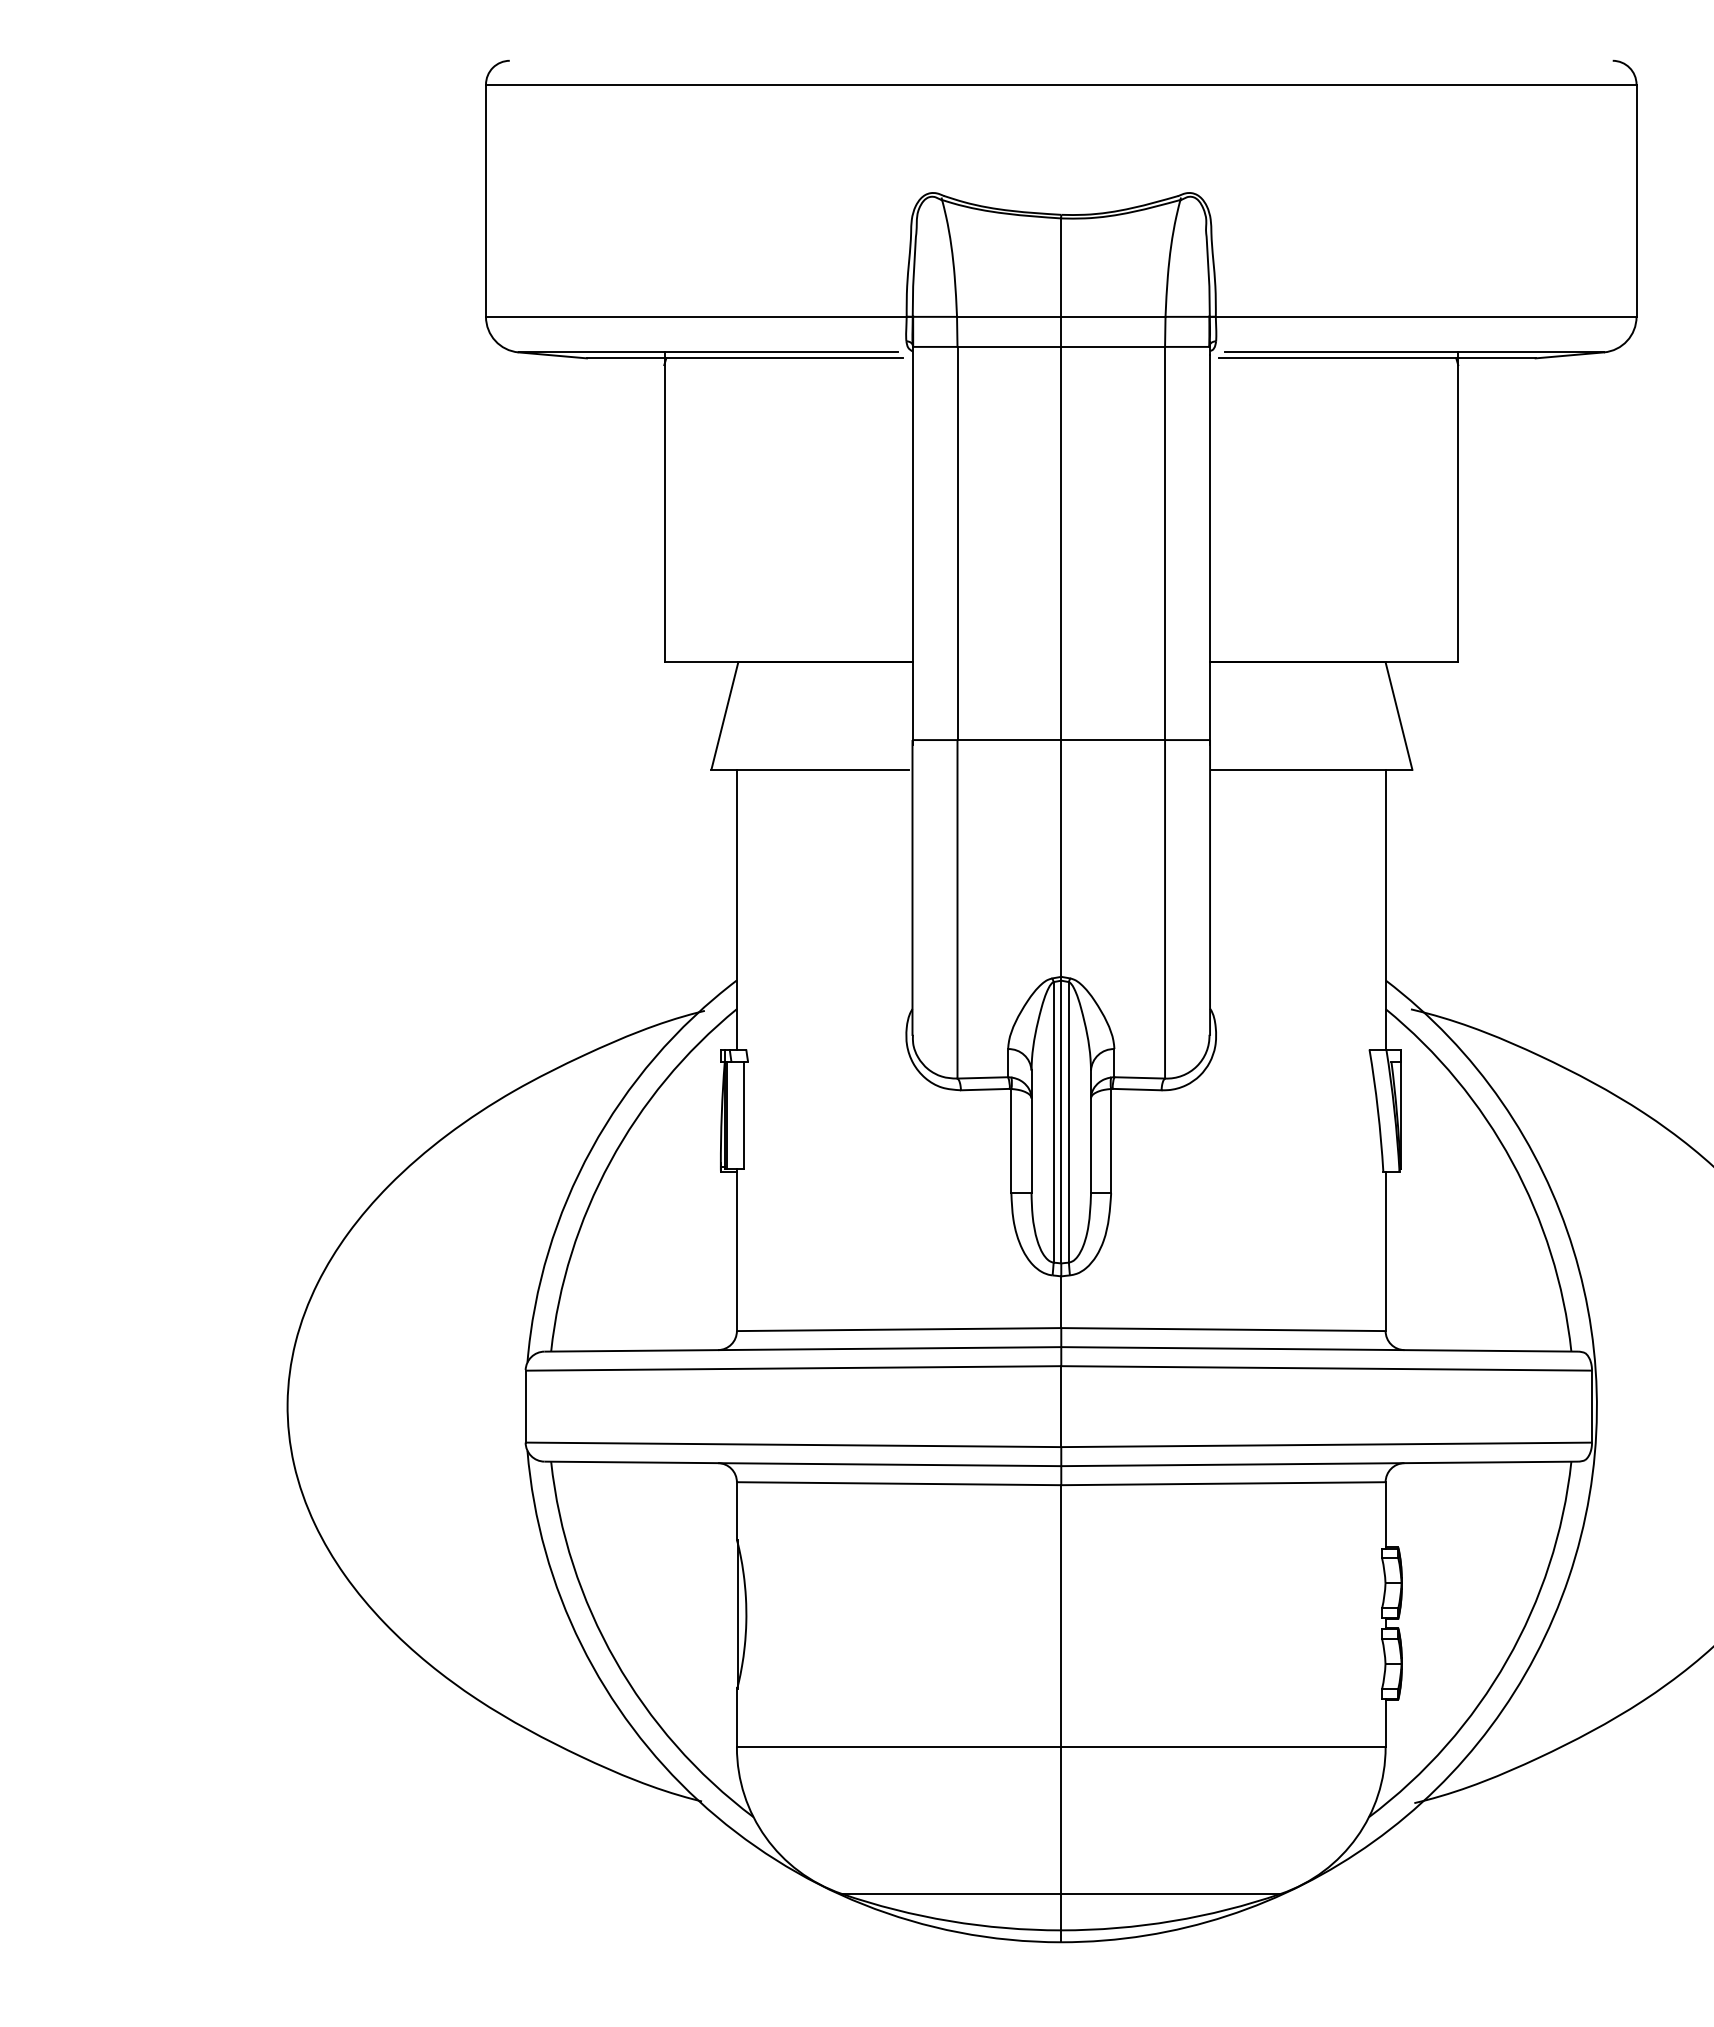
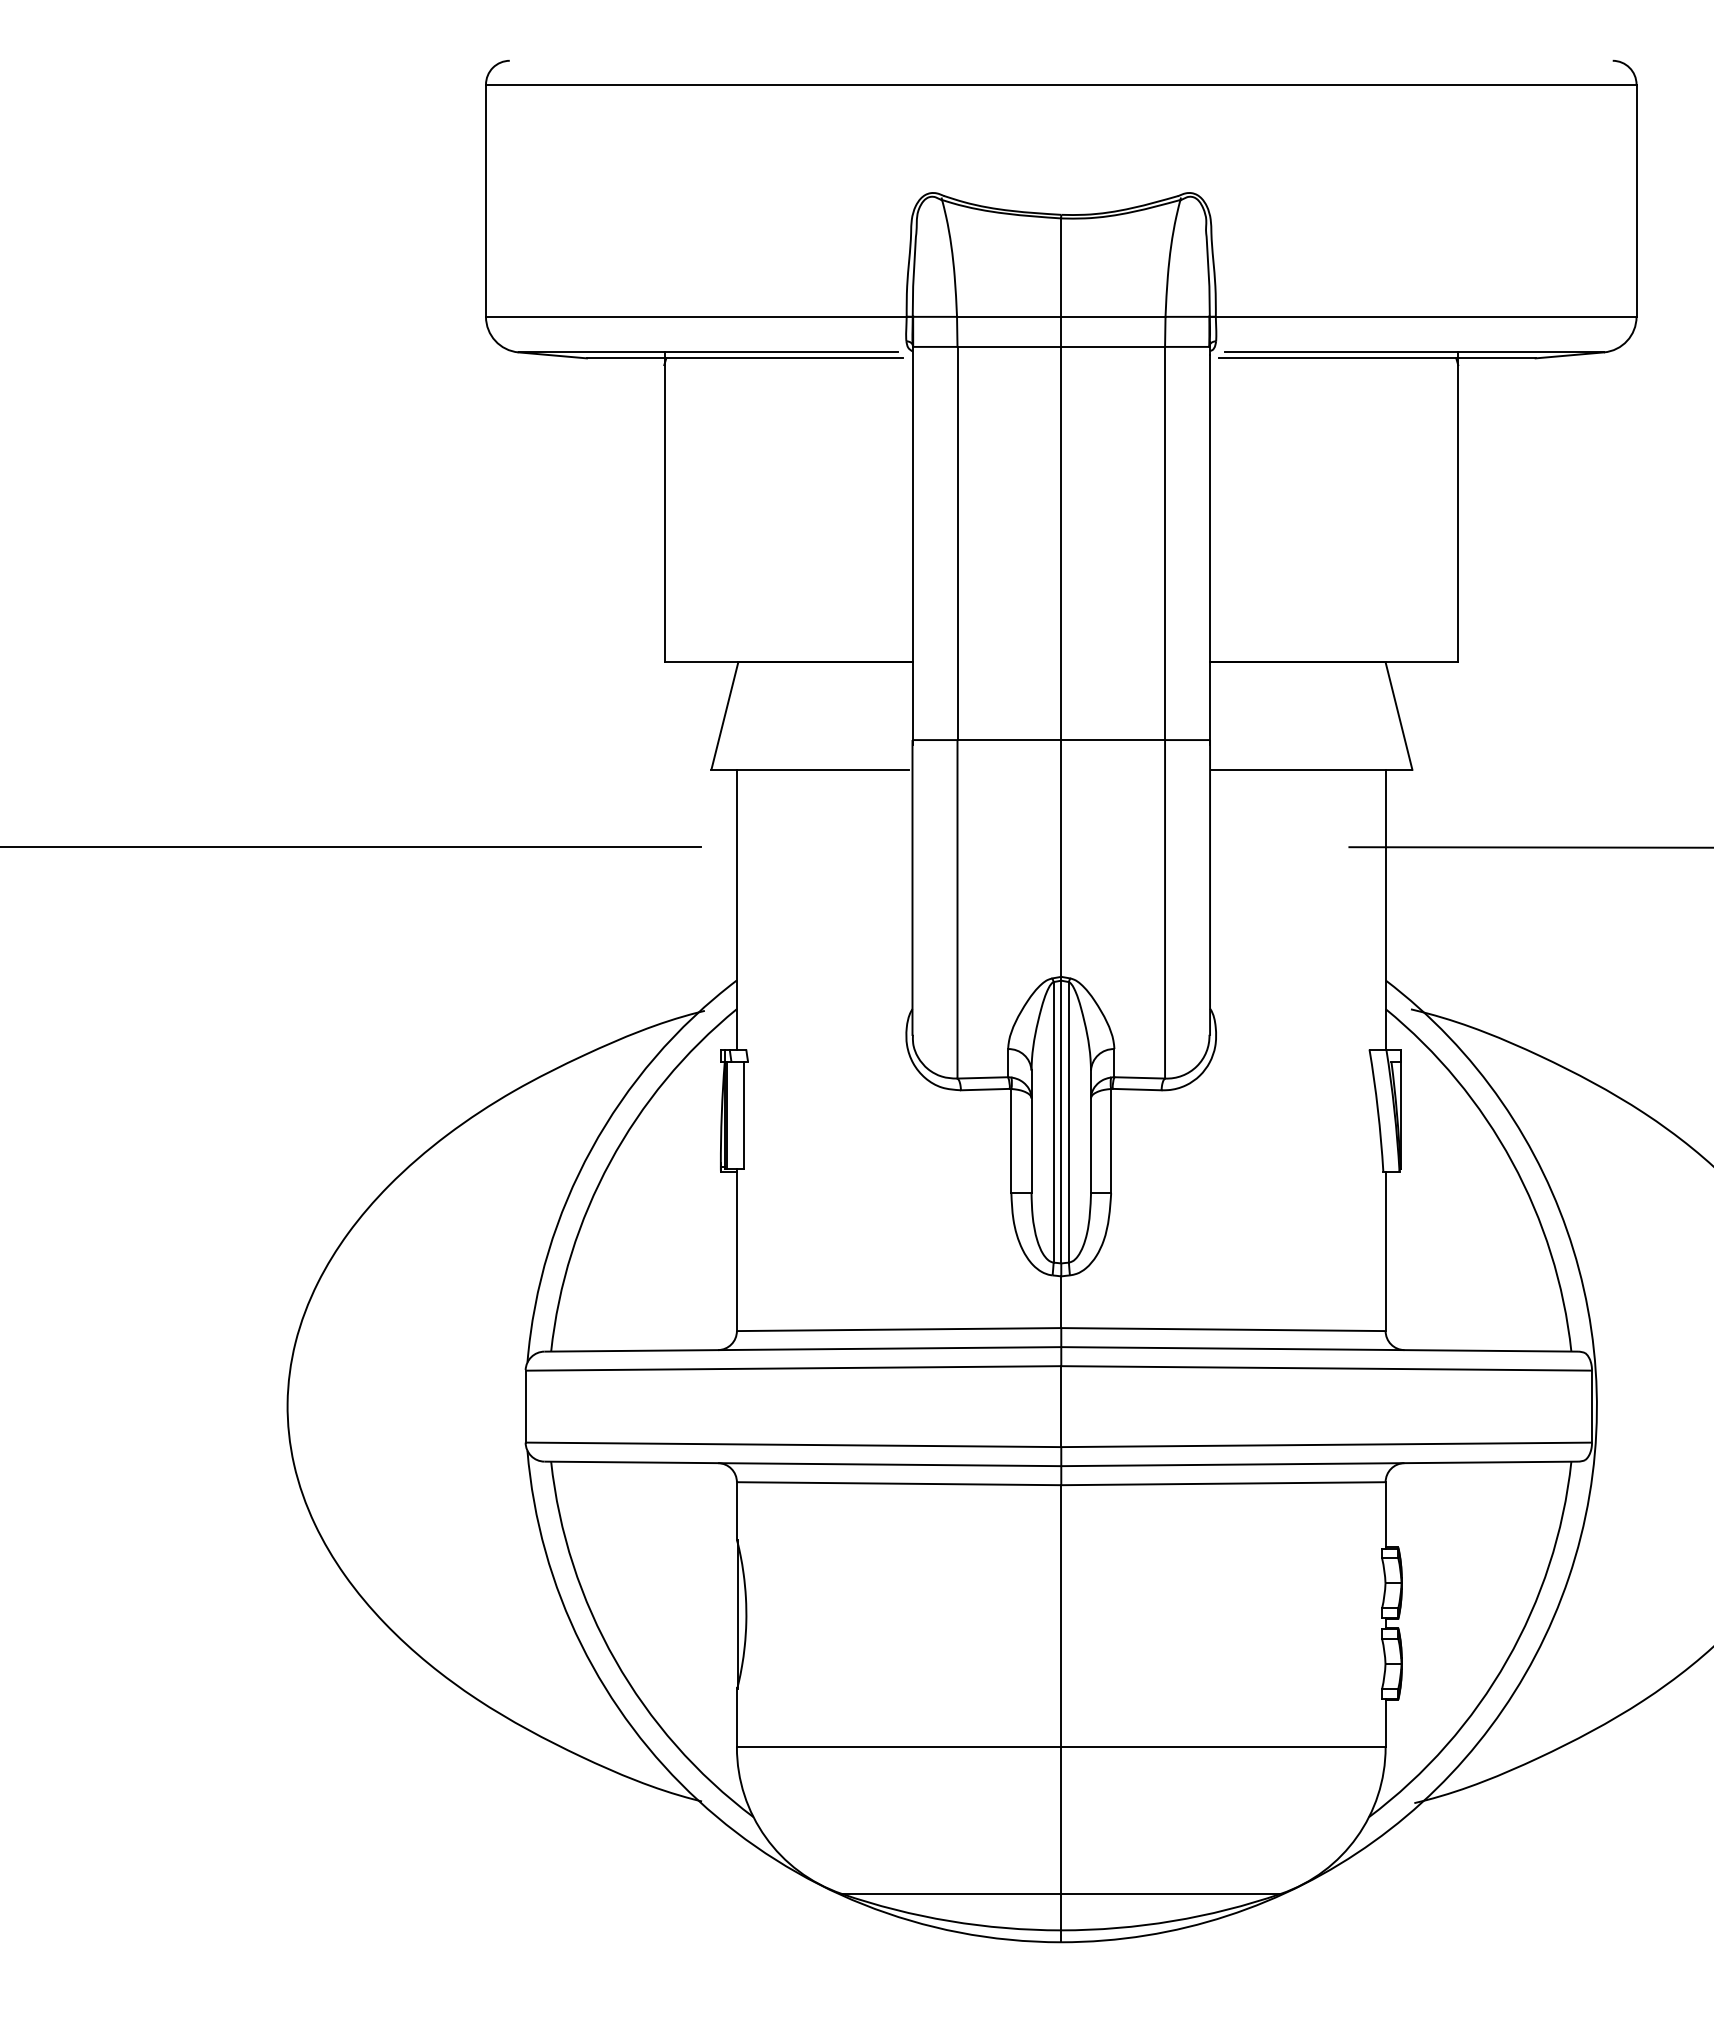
line at (351, 847): none -> present
line at (1529, 847): none -> present
